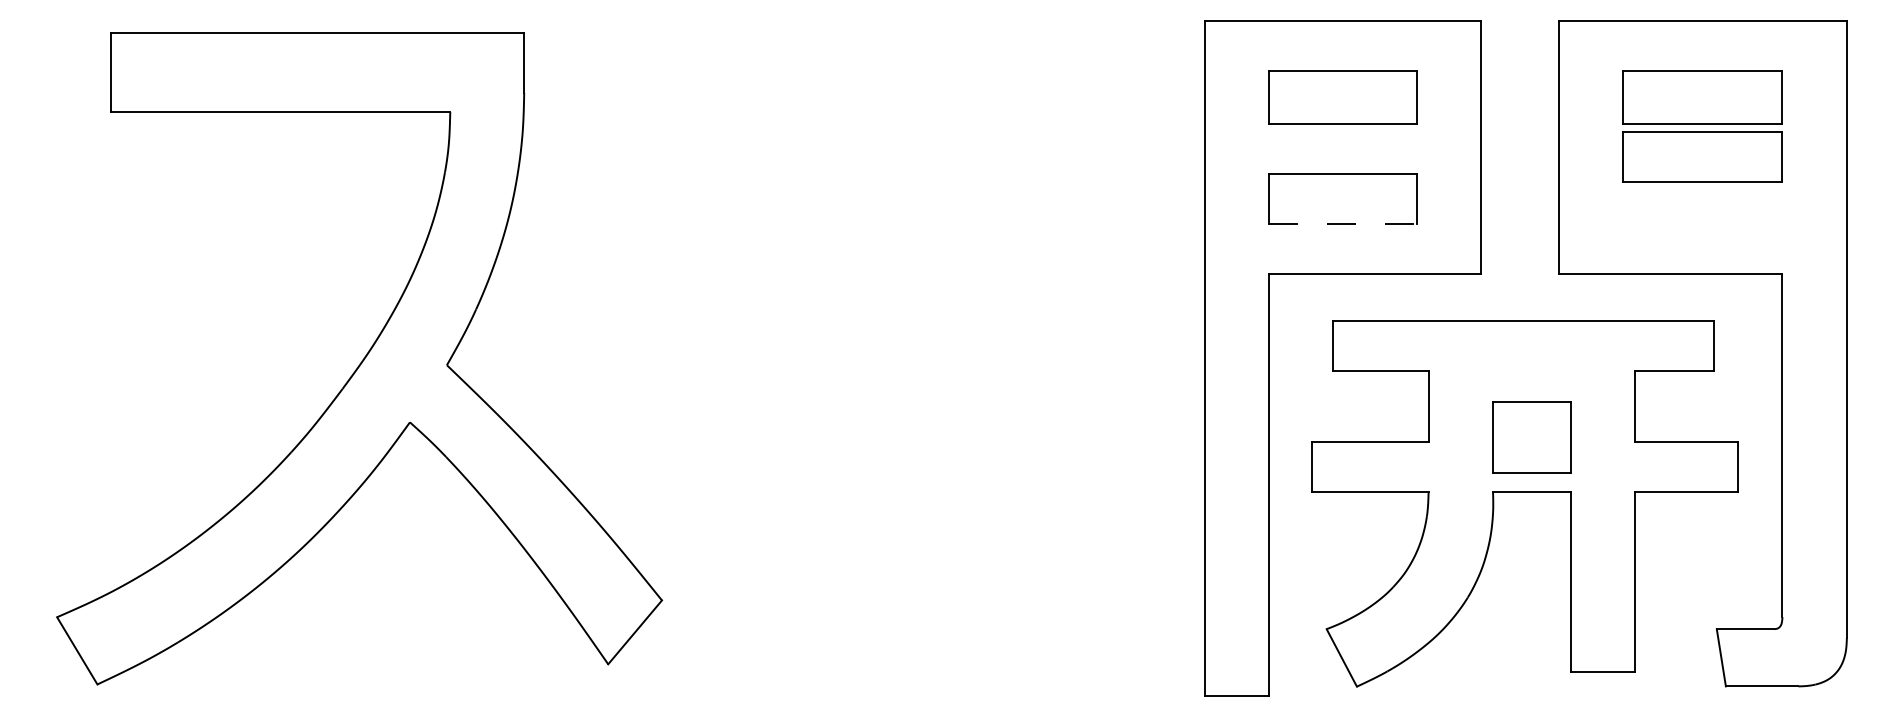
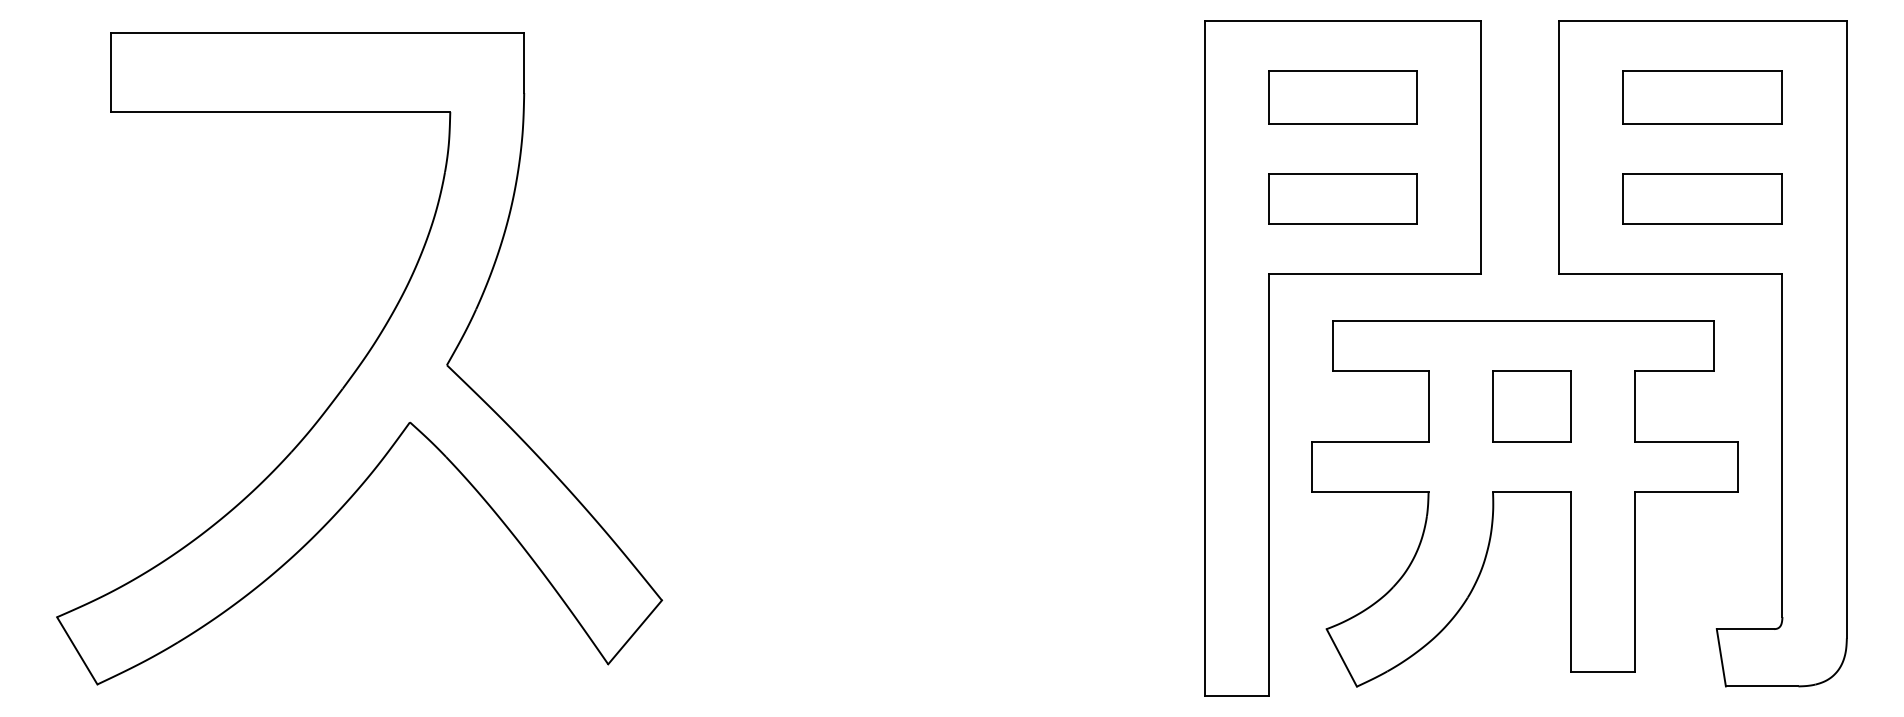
part at (1702, 156) position: (1702, 156) -> (1702, 198)
line at (1342, 223): dashed -> solid
part at (1531, 437) position: (1531, 437) -> (1531, 406)
